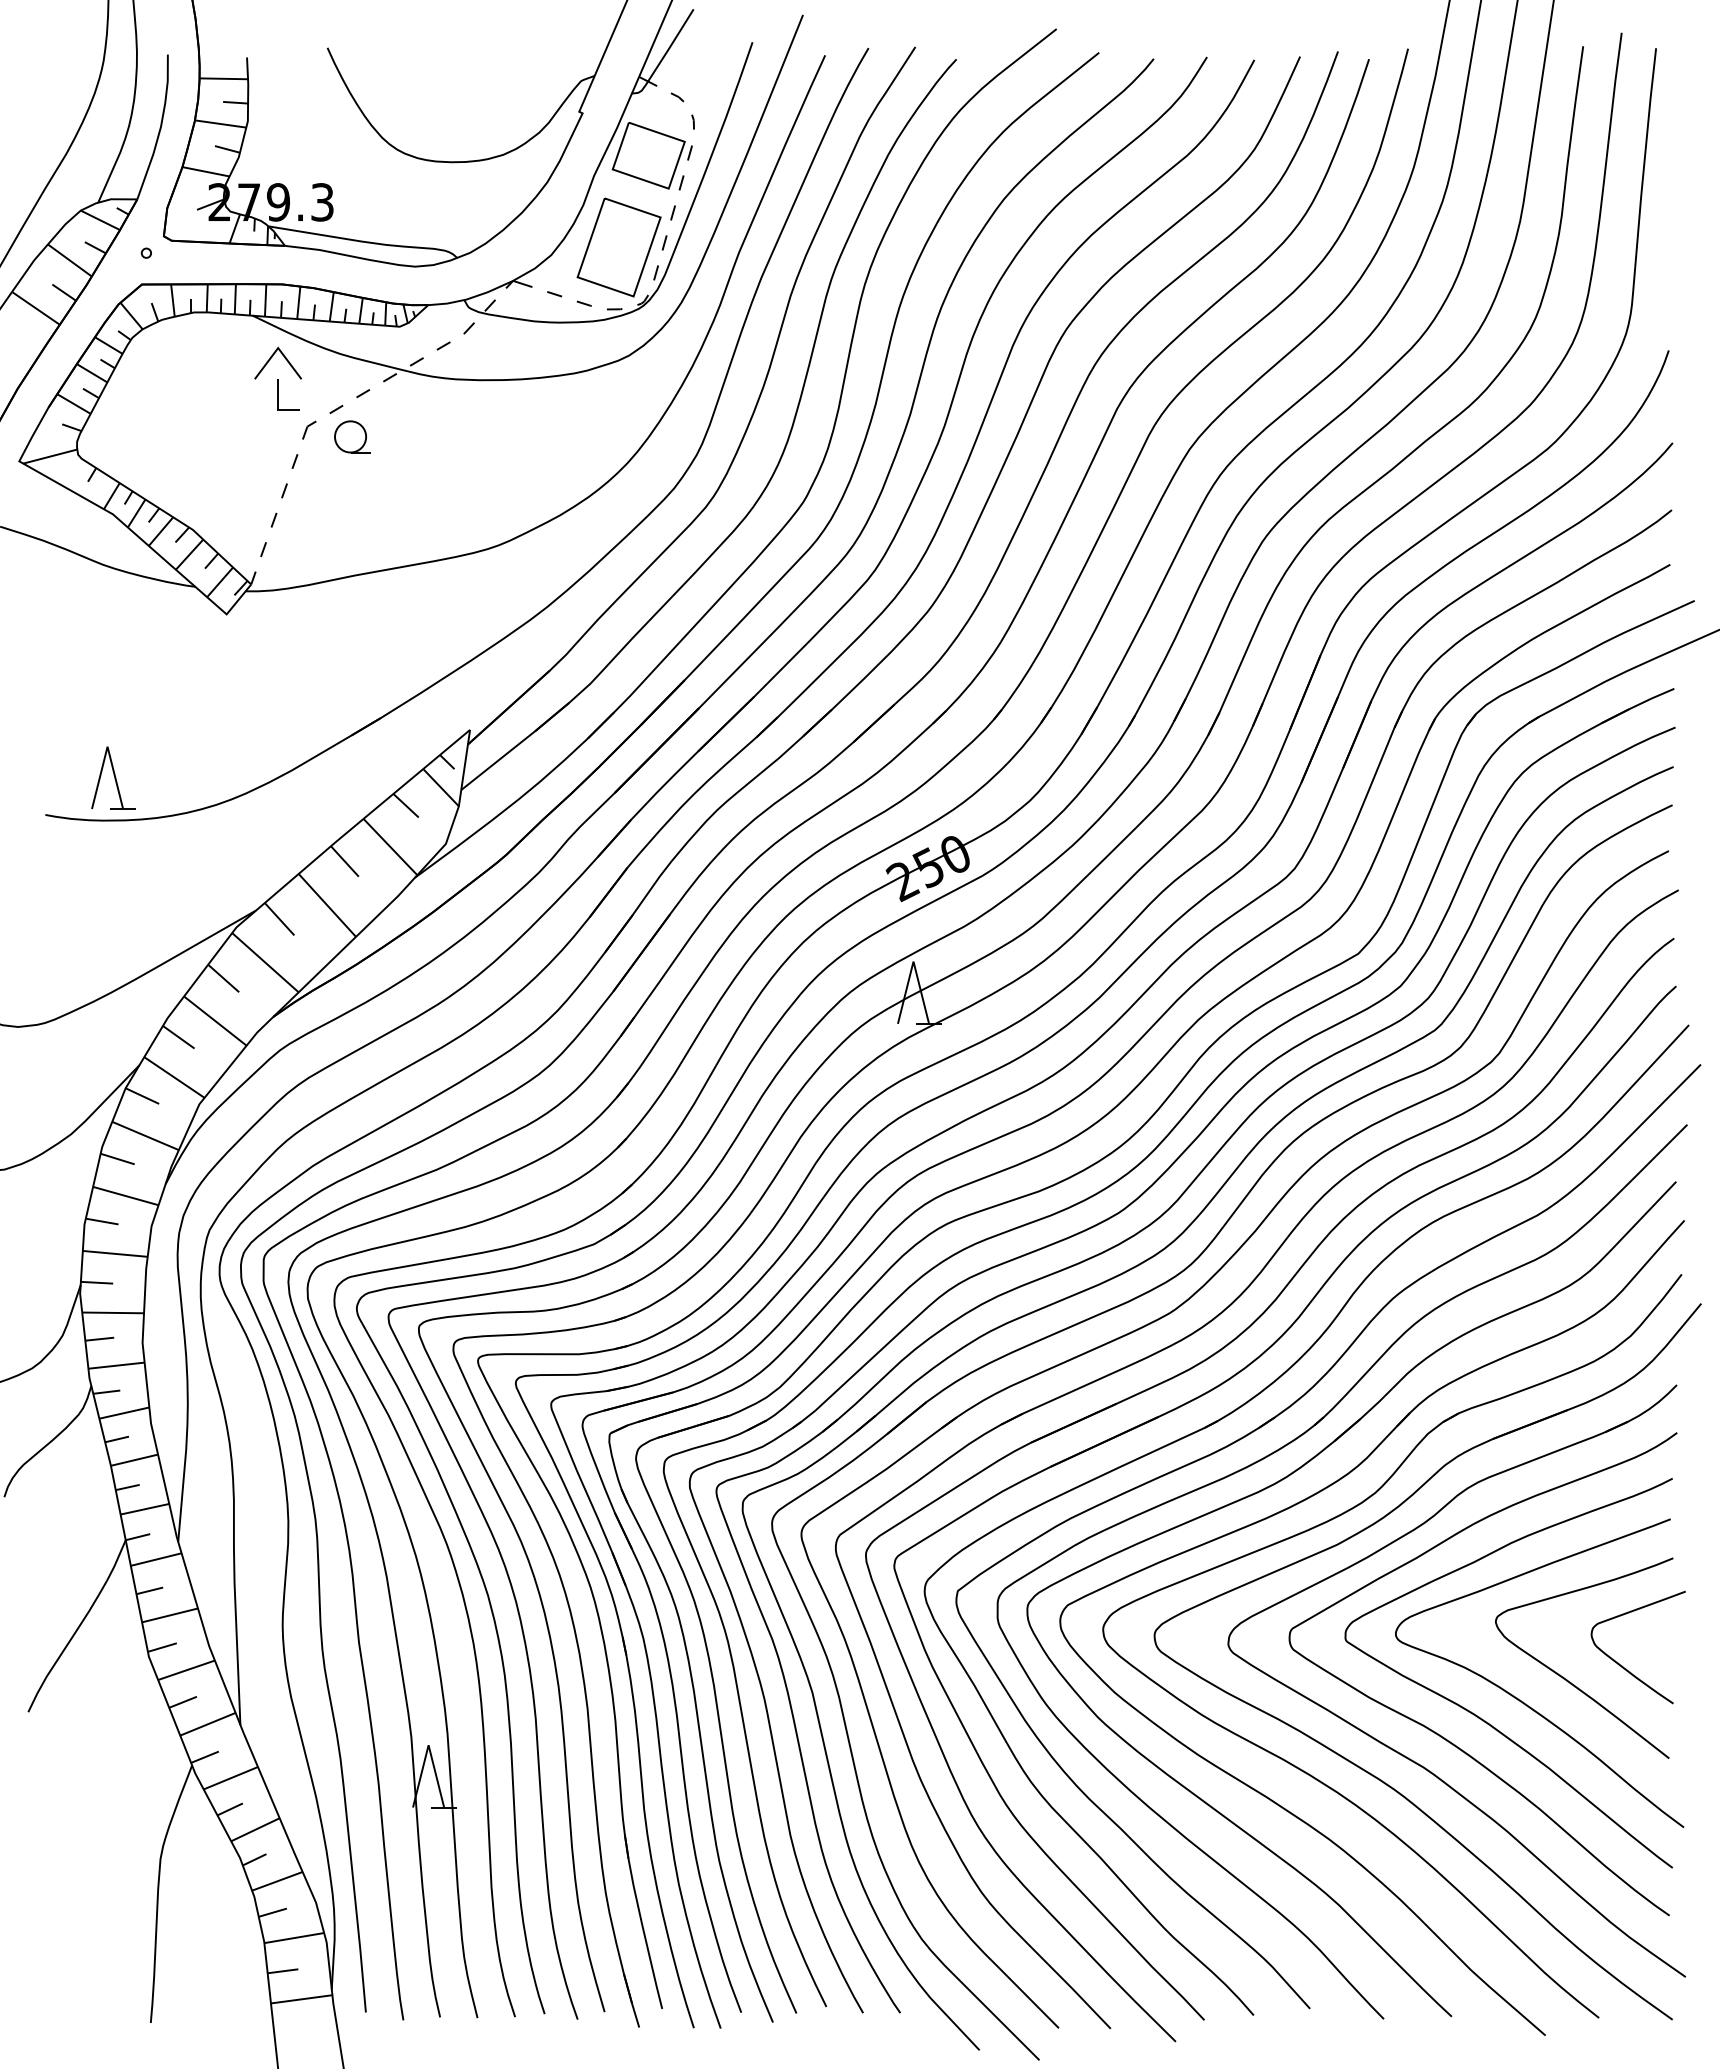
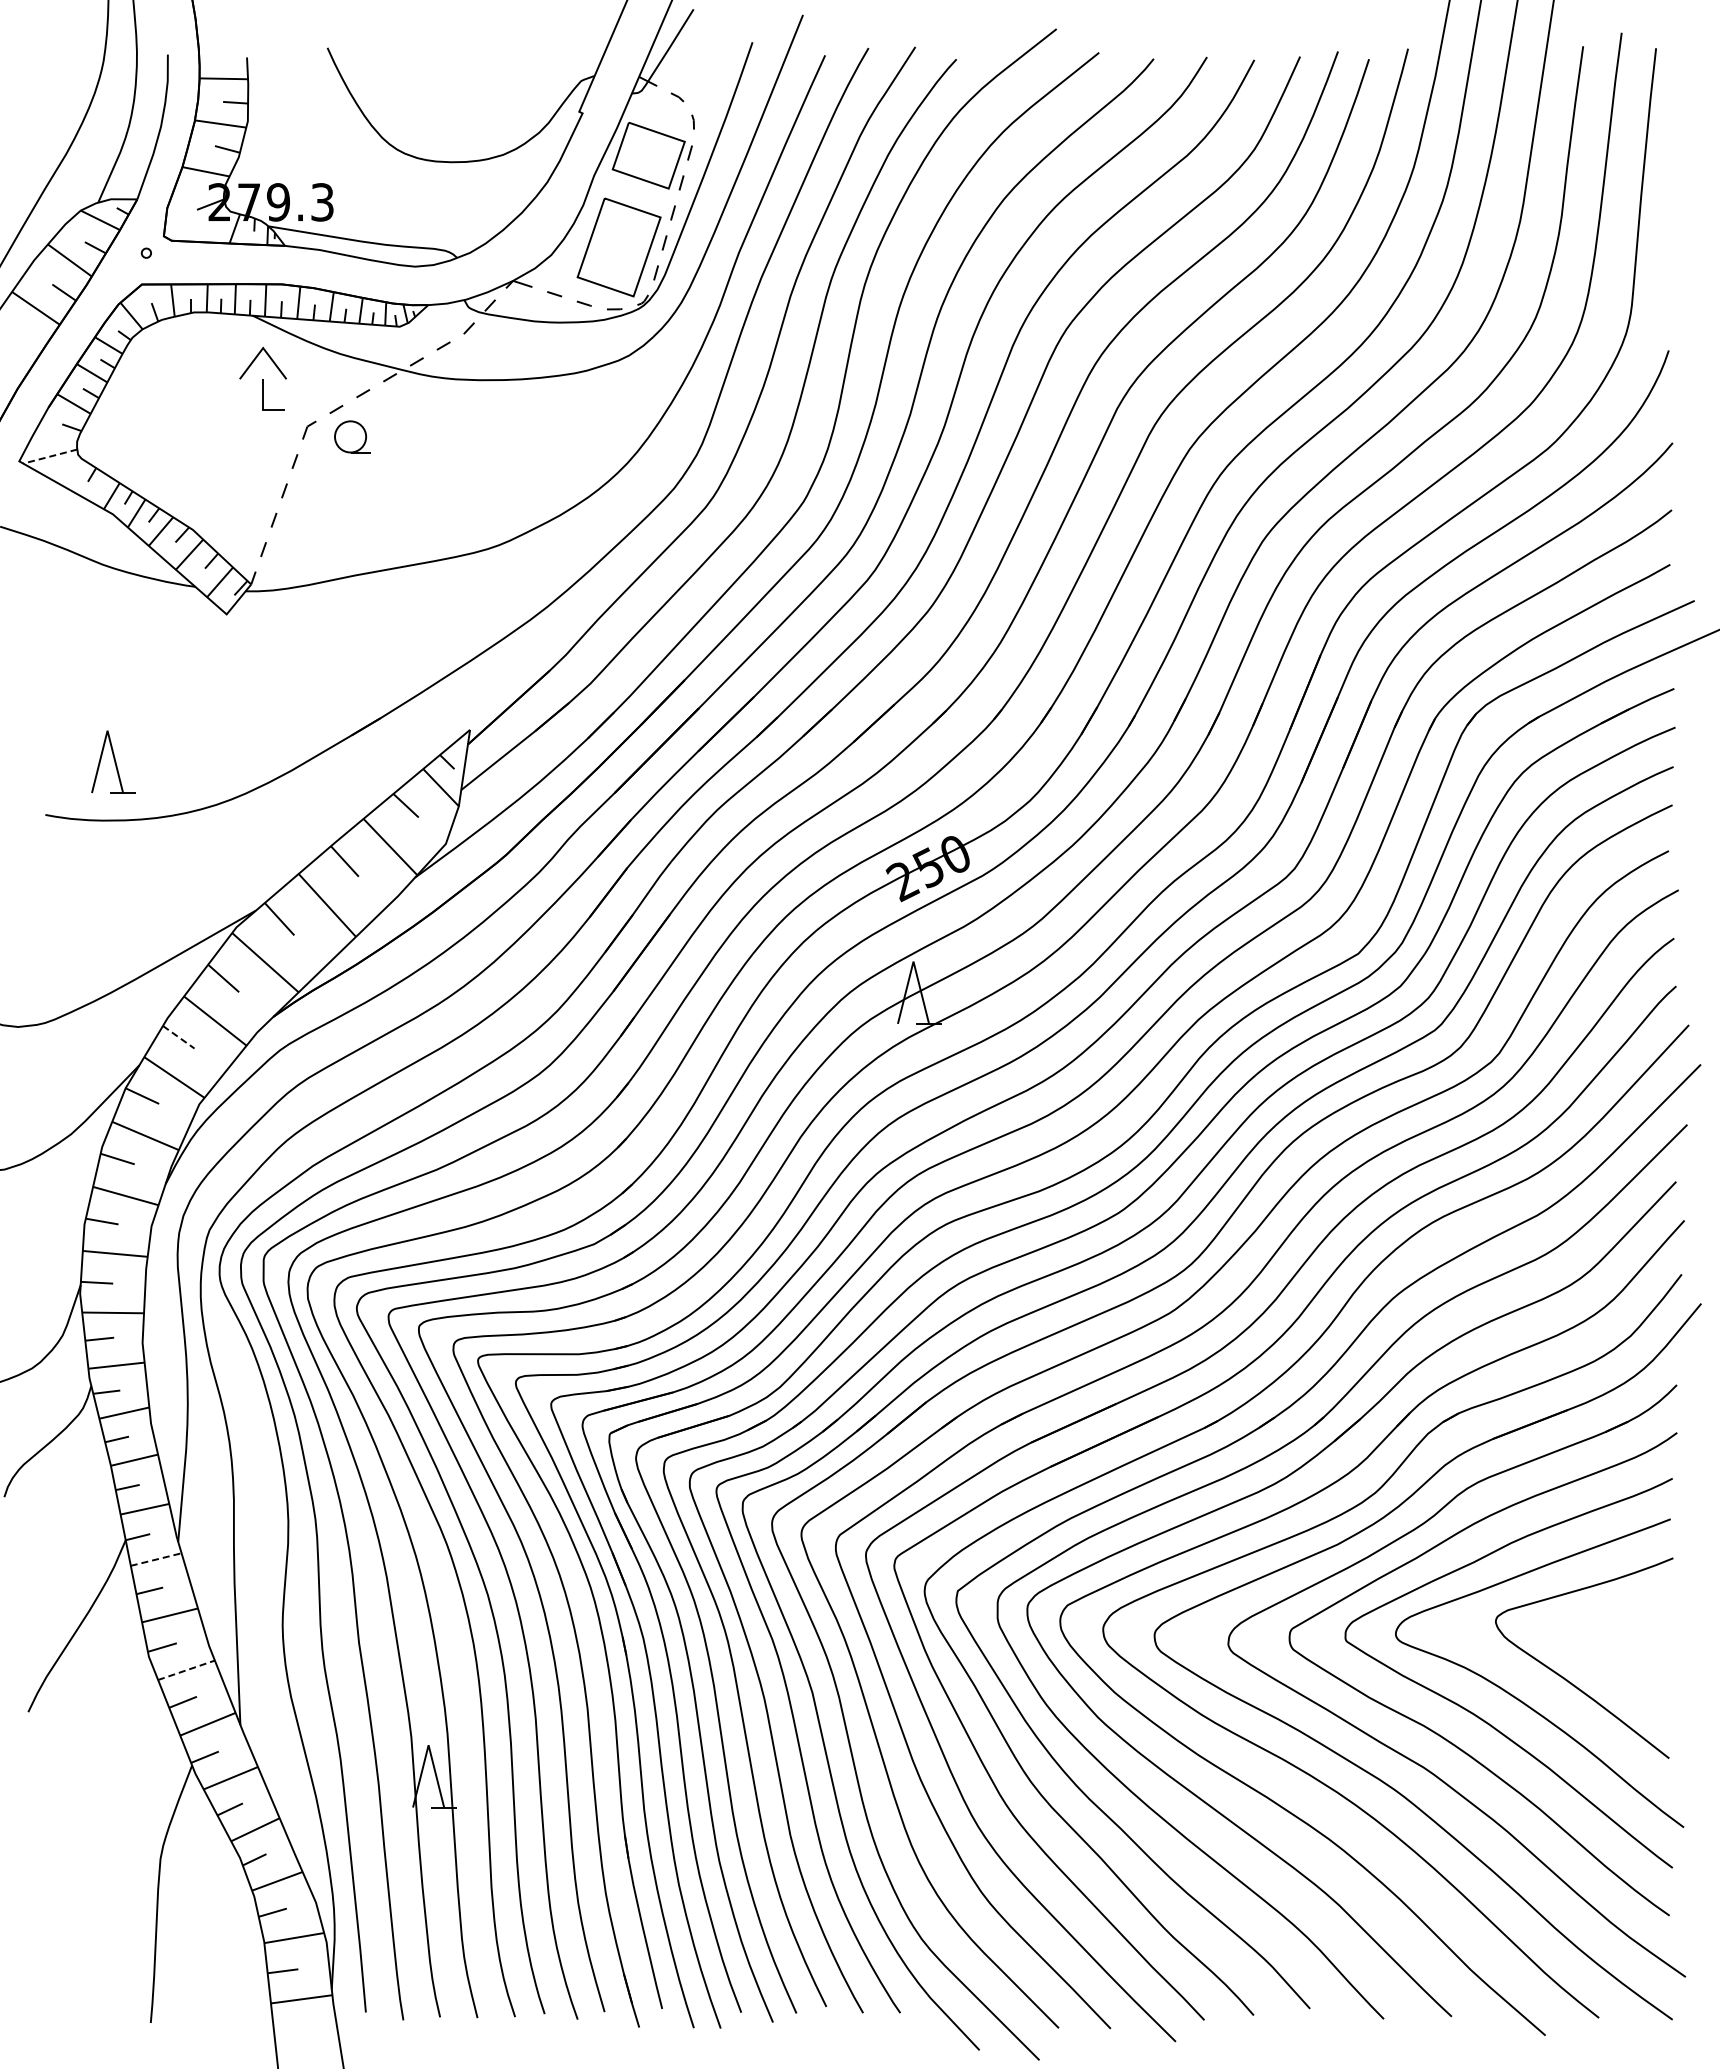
part at (277, 378) position: (277, 378) -> (262, 378)
line at (50, 456): solid -> dashed
part at (113, 777) position: (113, 777) -> (113, 761)
line at (179, 1037): solid -> dashed
line at (156, 1559): solid -> dashed
curve at (1622, 1665): present -> none
line at (186, 1670): solid -> dashed
